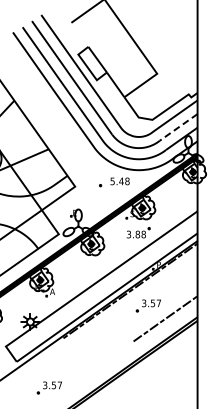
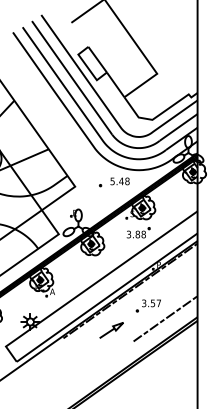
line at (178, 127): dashed -> solid
part at (111, 330): none -> present
part at (48, 387): present -> none
